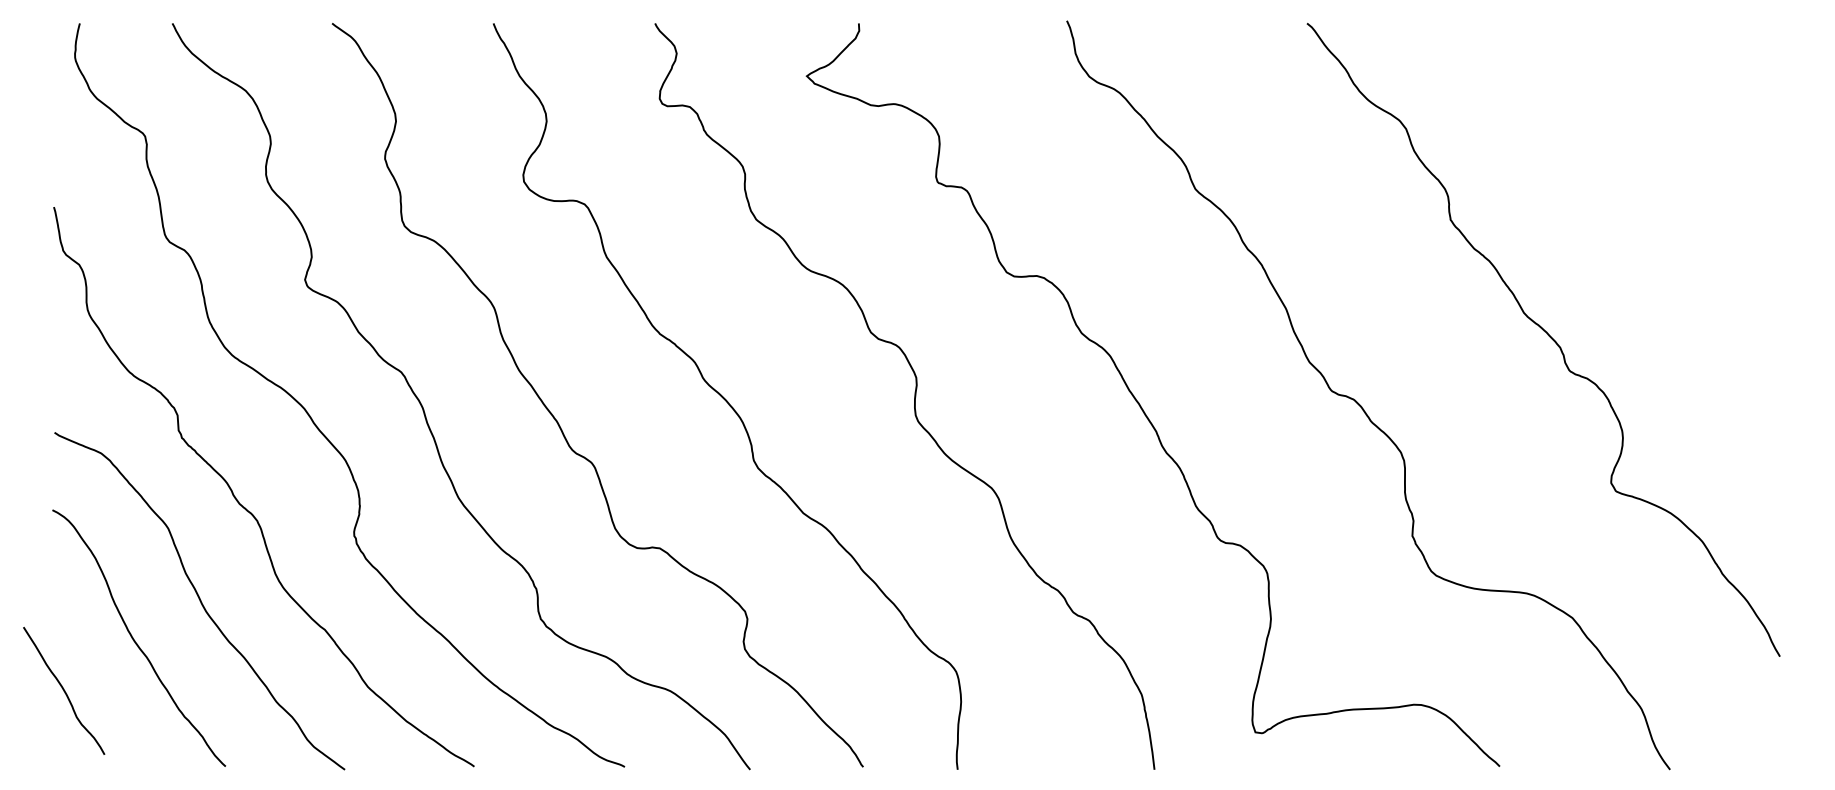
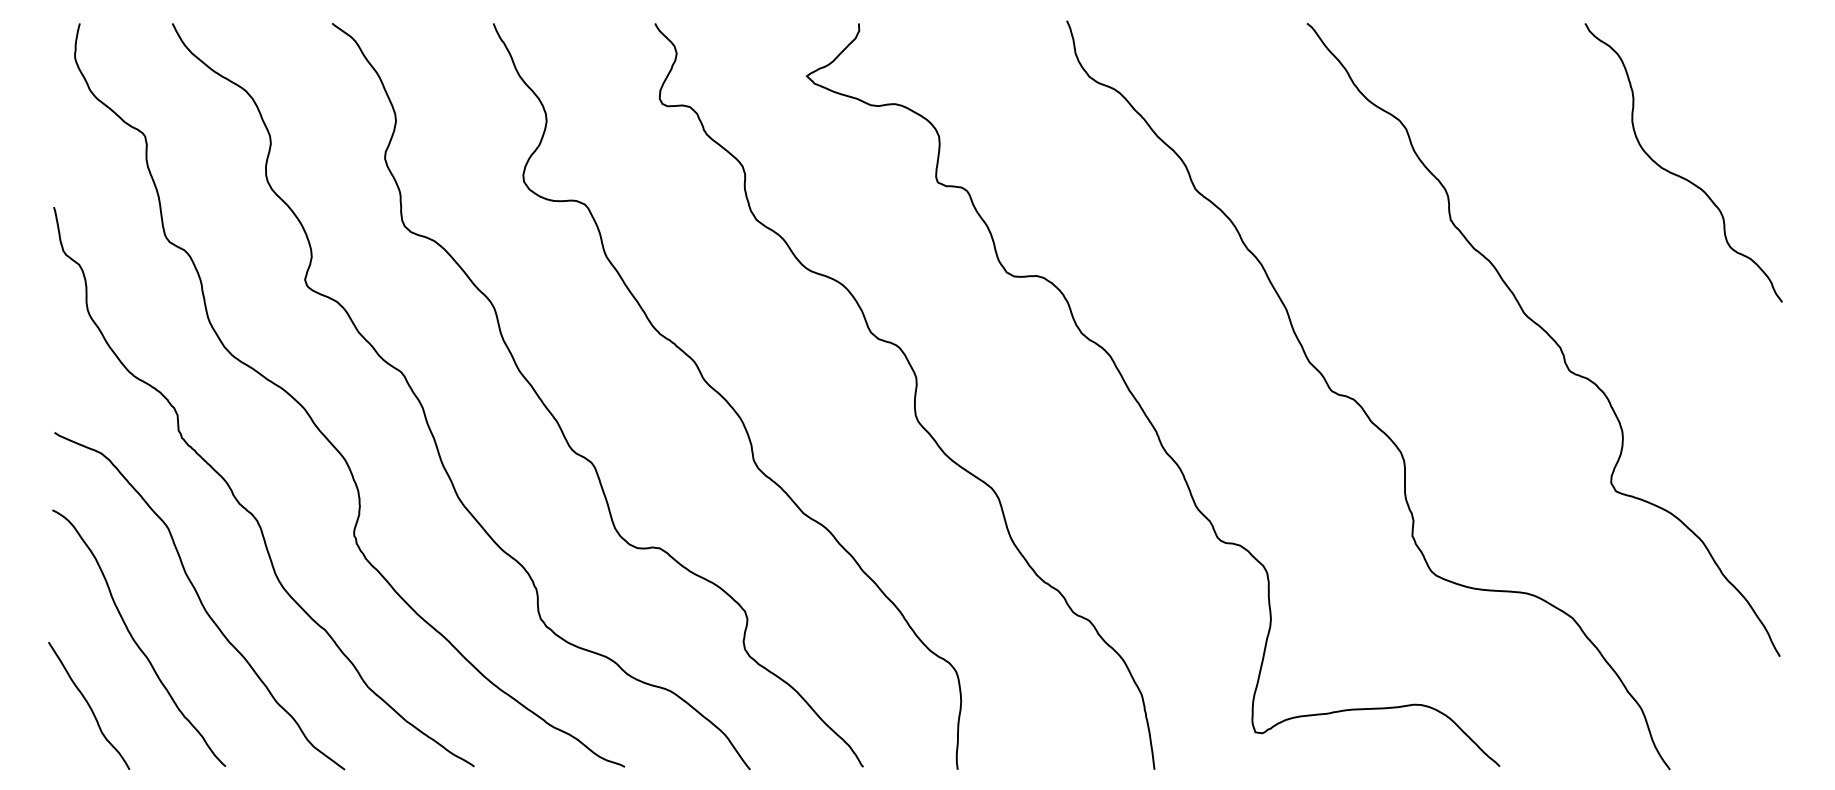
curve at (1678, 174): none -> present
curve at (64, 690) position: (64, 690) -> (89, 705)
